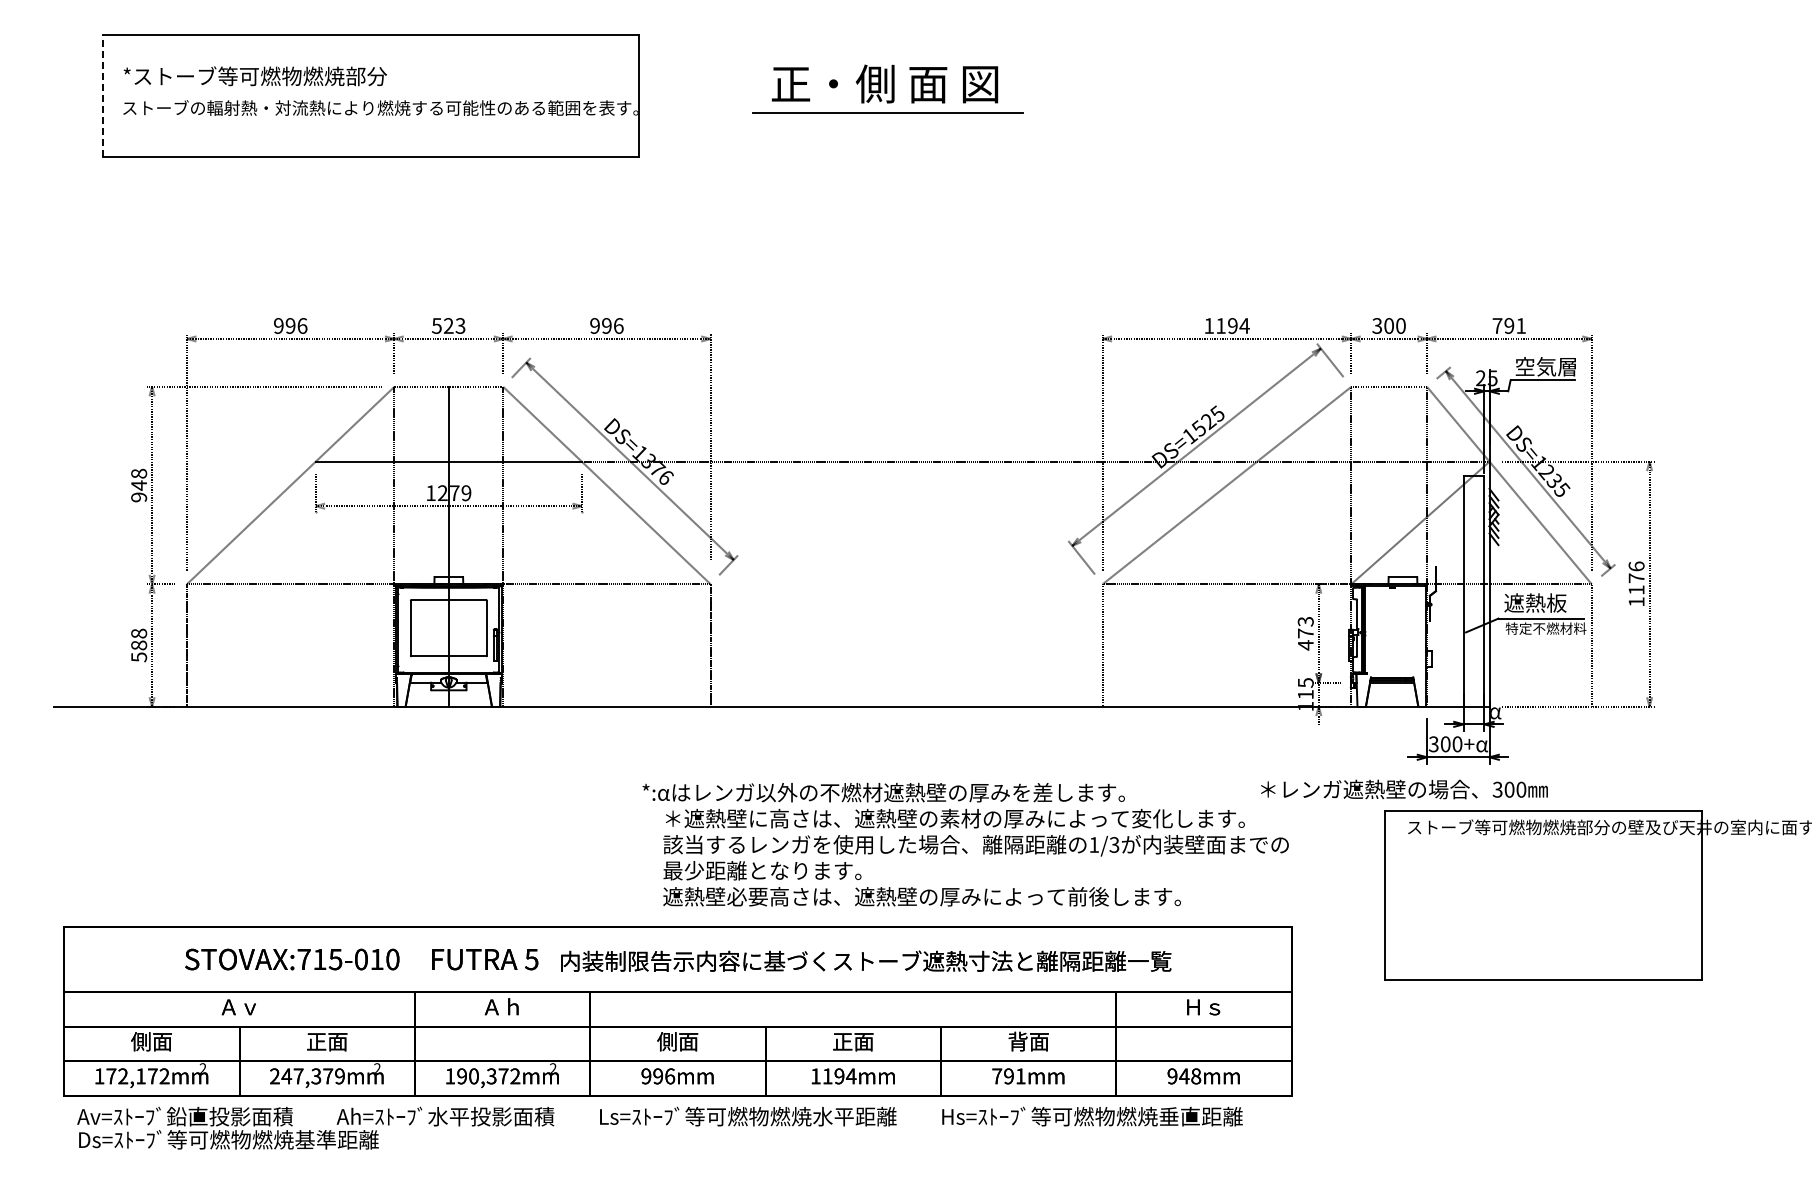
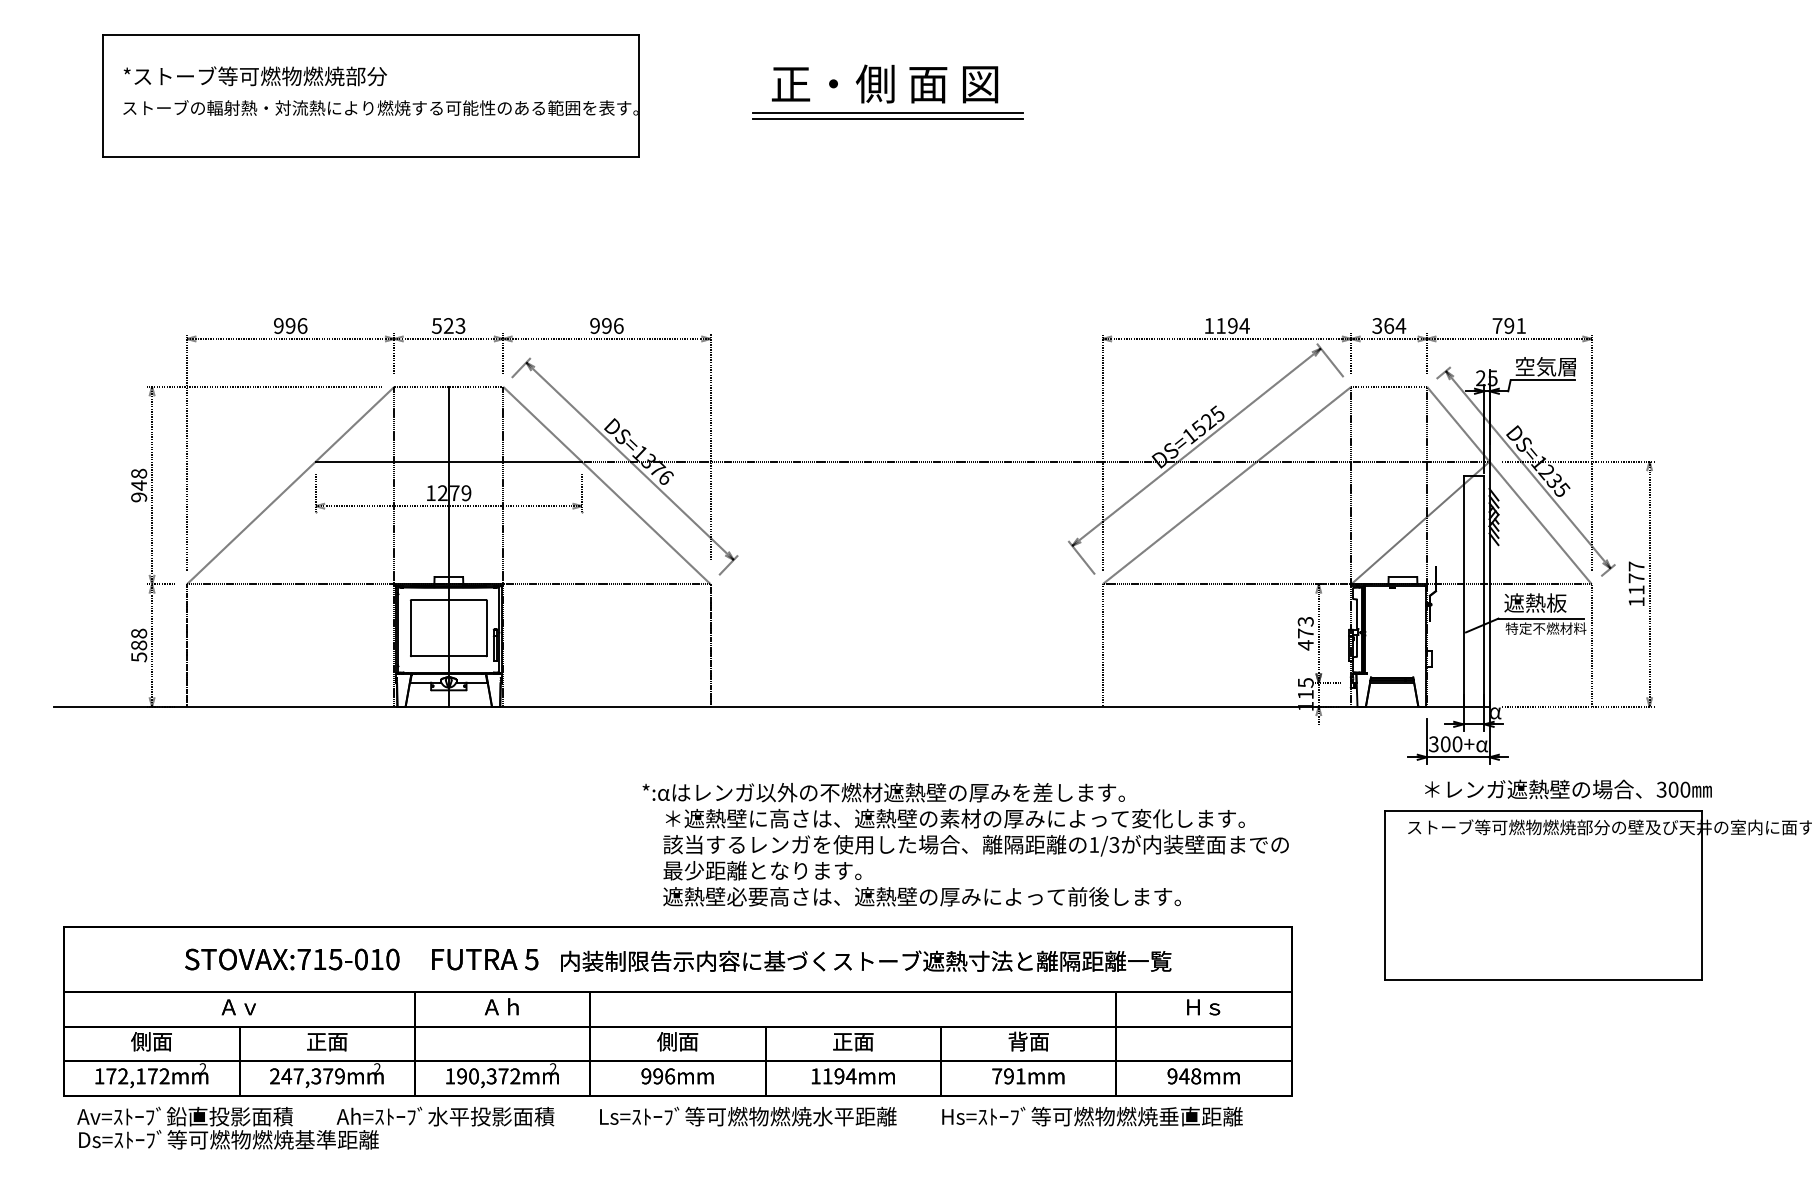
line at (102, 96): dashed -> solid
line at (888, 119): none -> present
text at (1395, 325): 300 -> 364
text at (1636, 566): 1176 -> 1177
text at (1404, 789) position: (1404, 789) -> (1568, 789)
